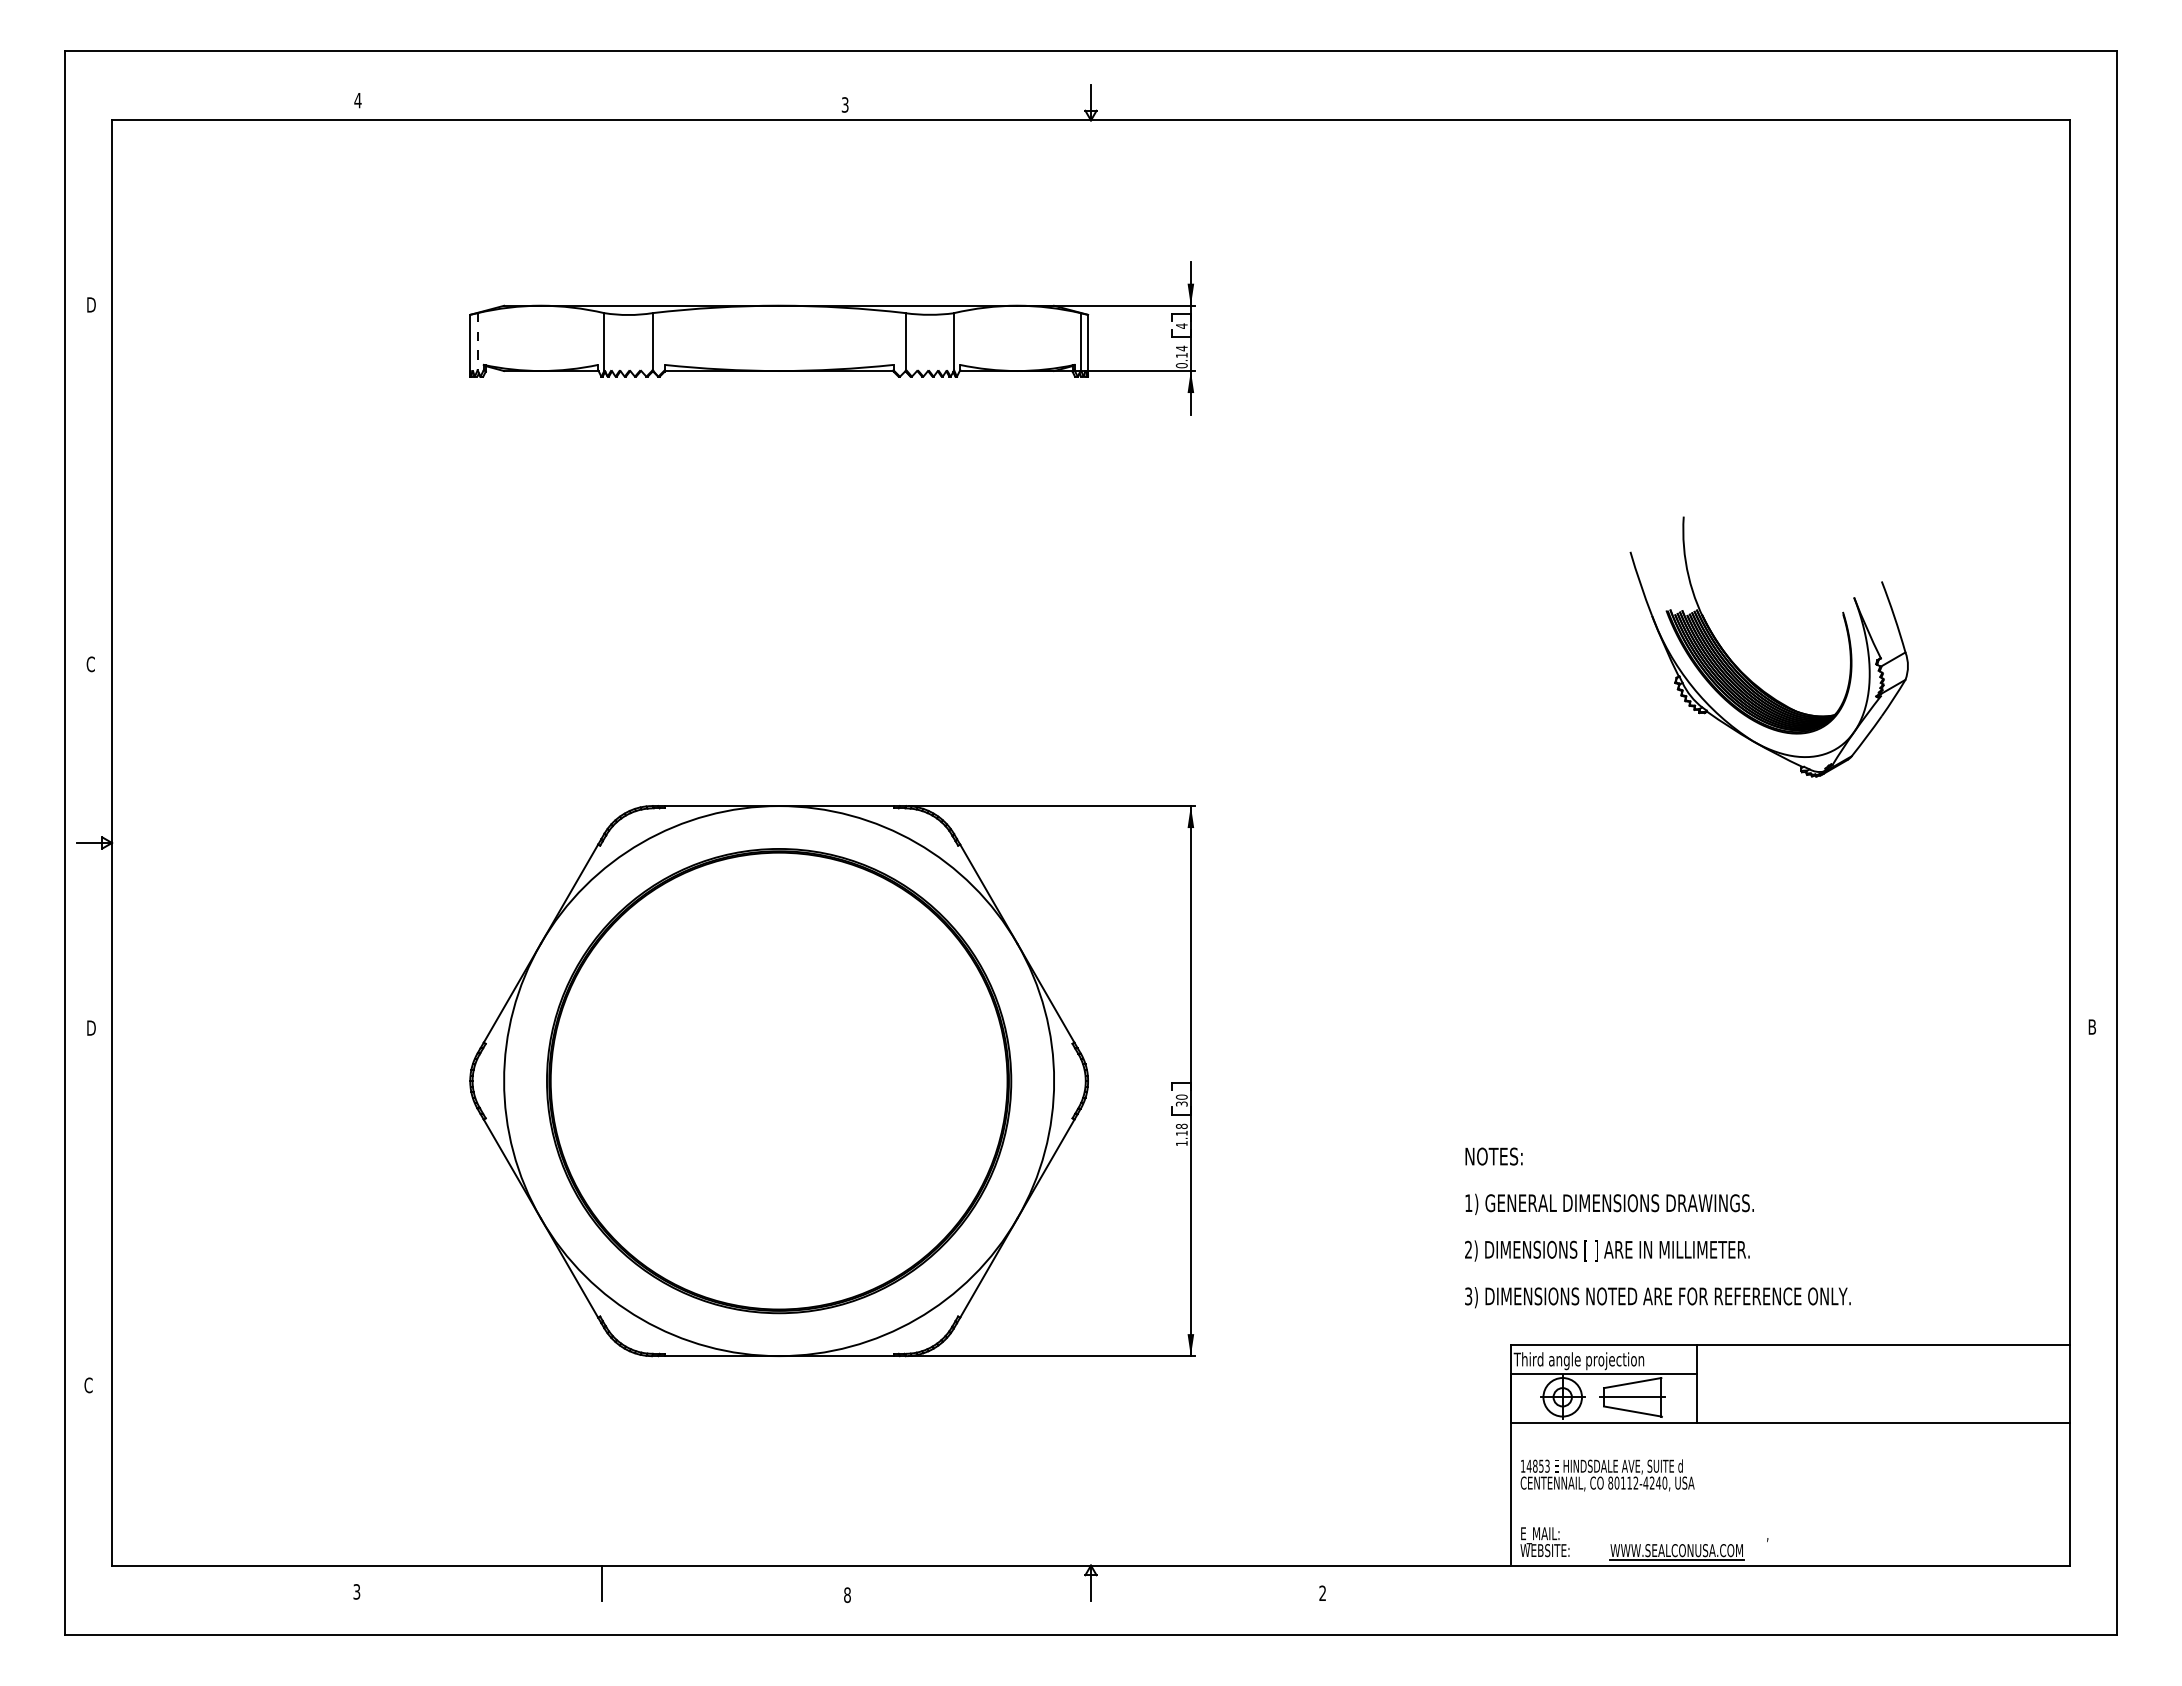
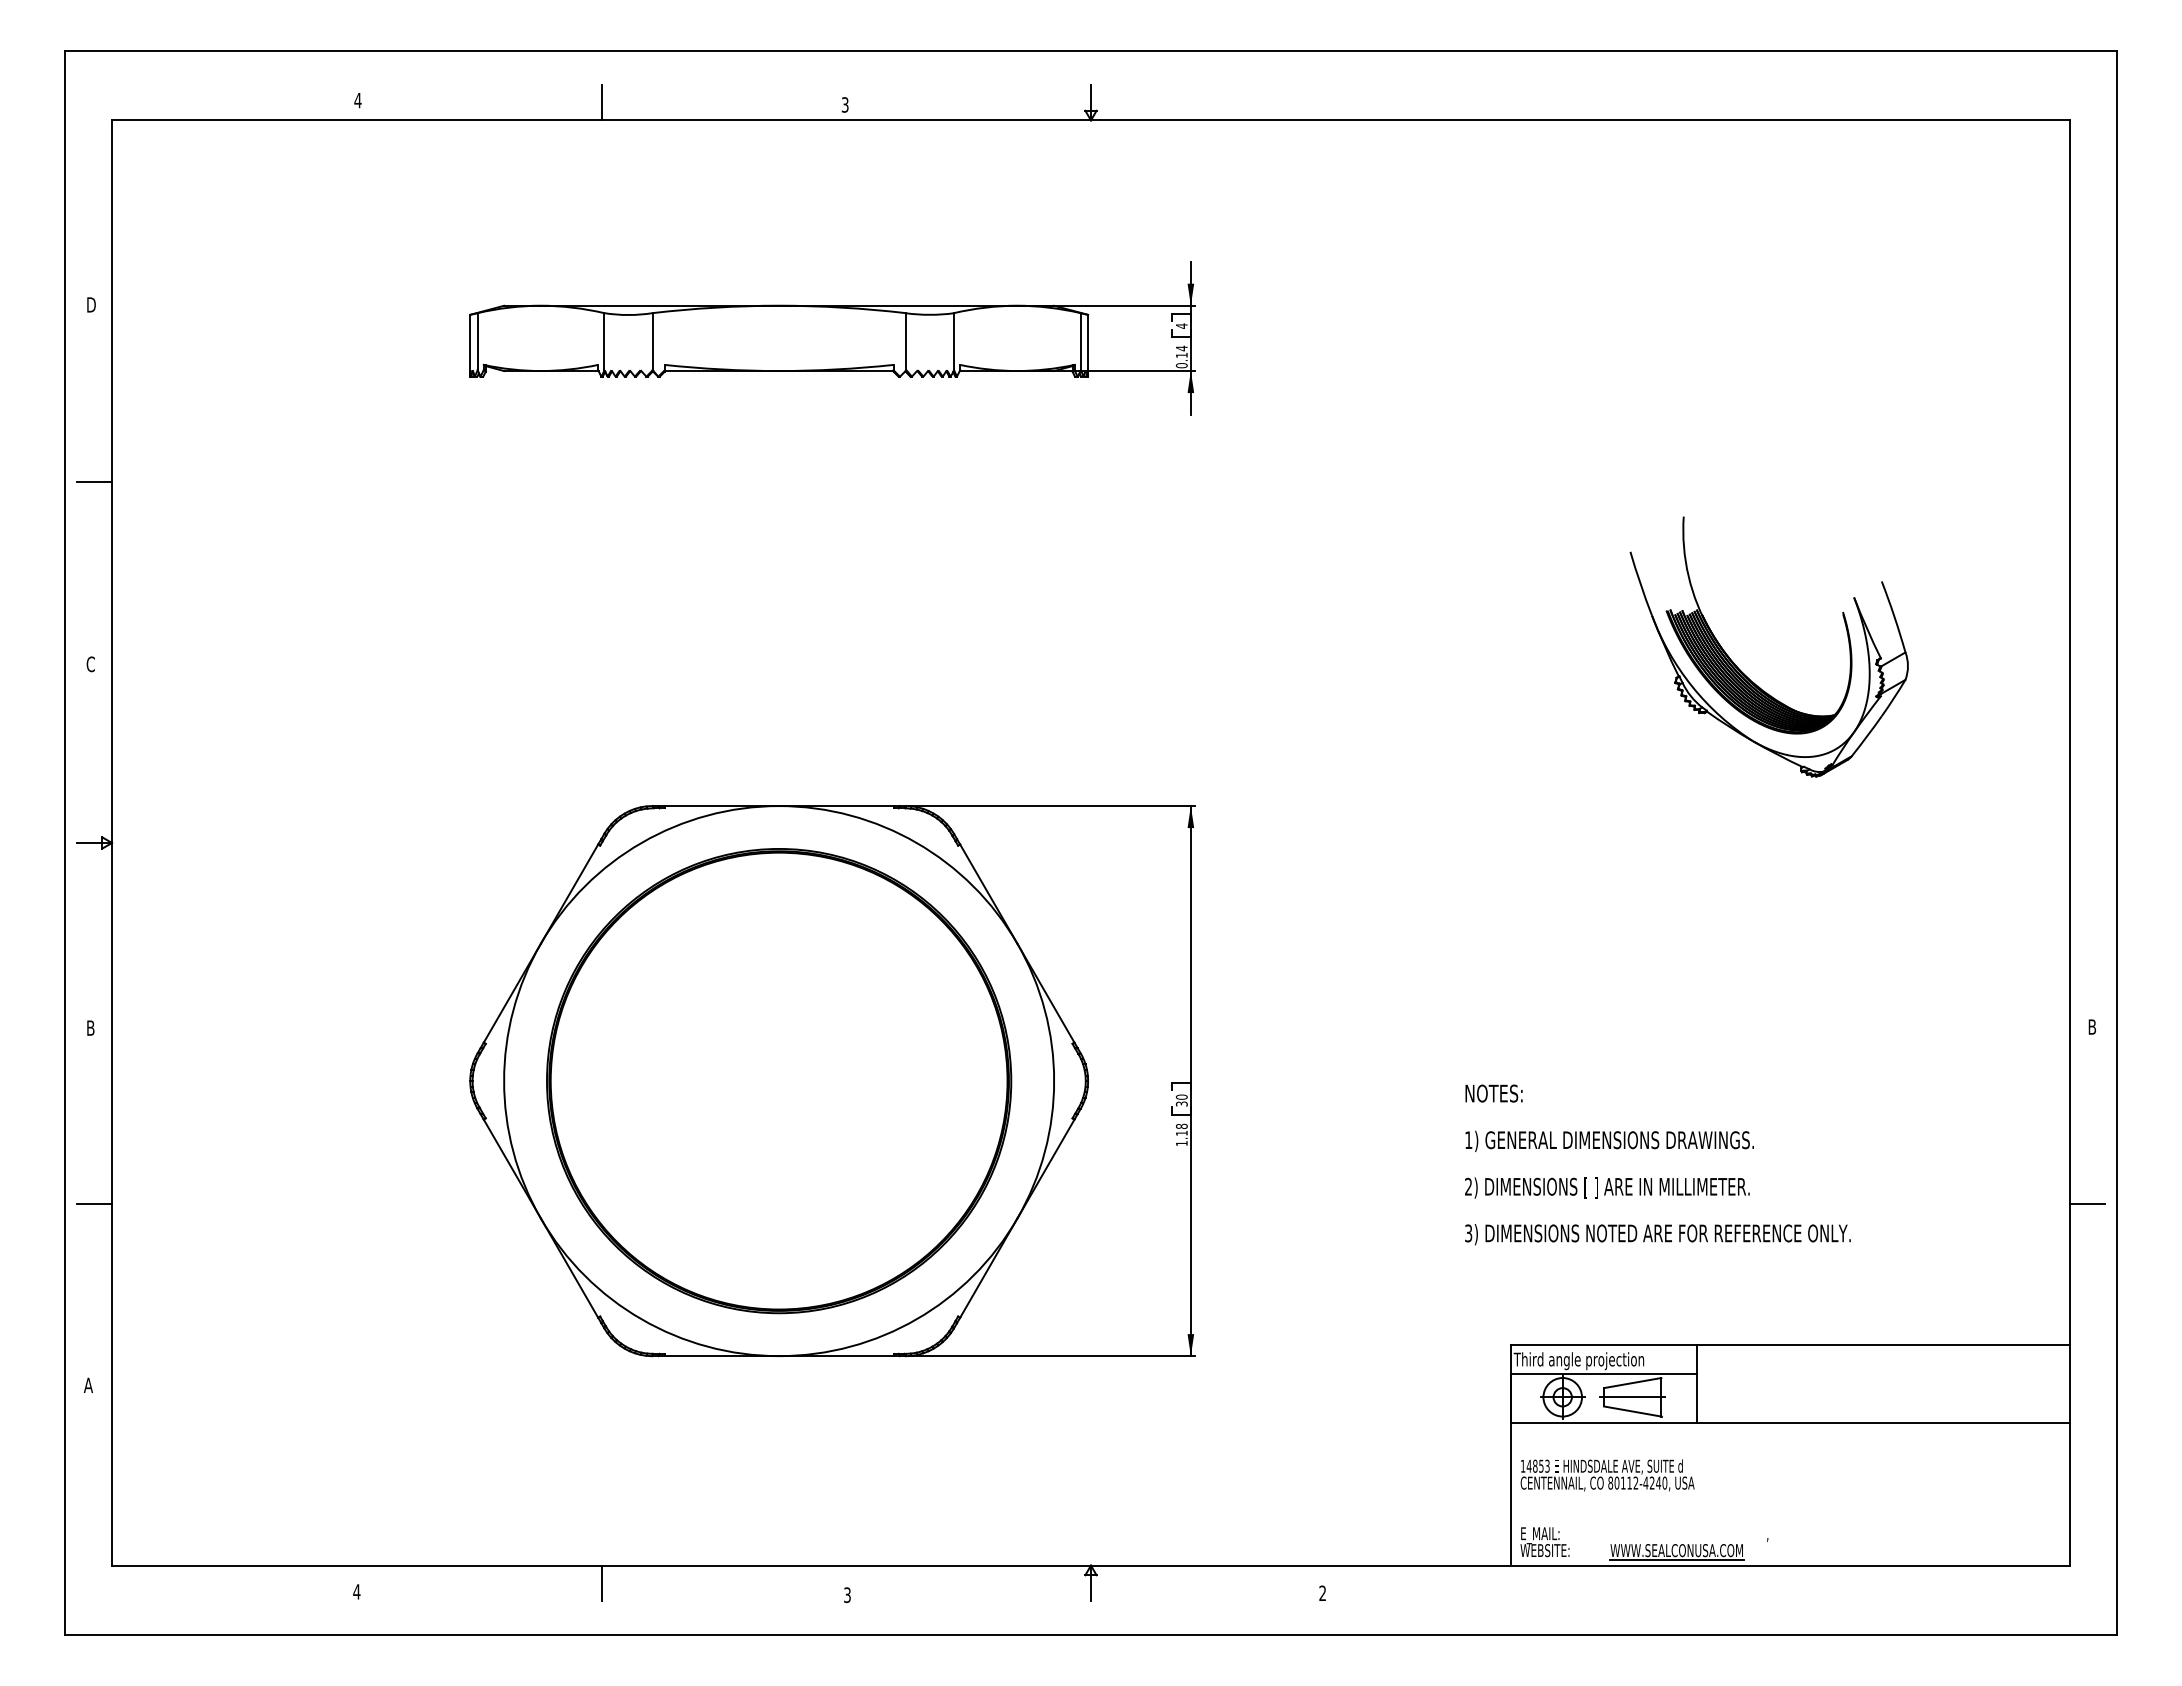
line at (601, 102): none -> present
line at (477, 341): dashed -> solid
line at (94, 481): none -> present
text at (91, 1028): D -> B
line at (94, 1204): none -> present
line at (2086, 1204): none -> present
text at (1657, 1227) position: (1657, 1227) -> (1657, 1164)
text at (87, 1385): C -> A
text at (356, 1591): 3 -> 4
text at (847, 1594): 8 -> 3
